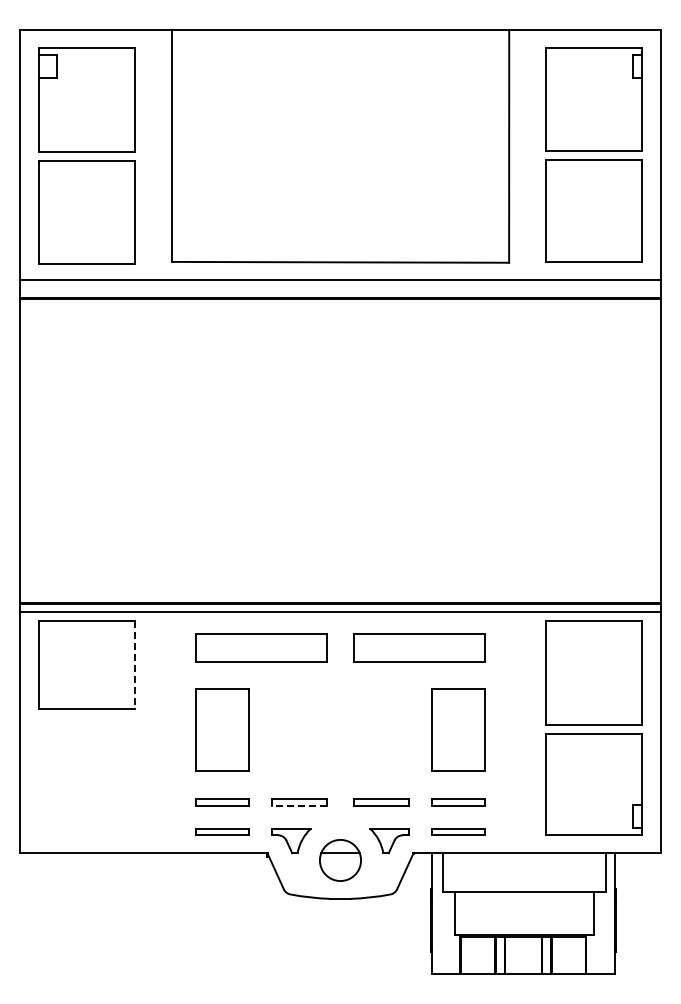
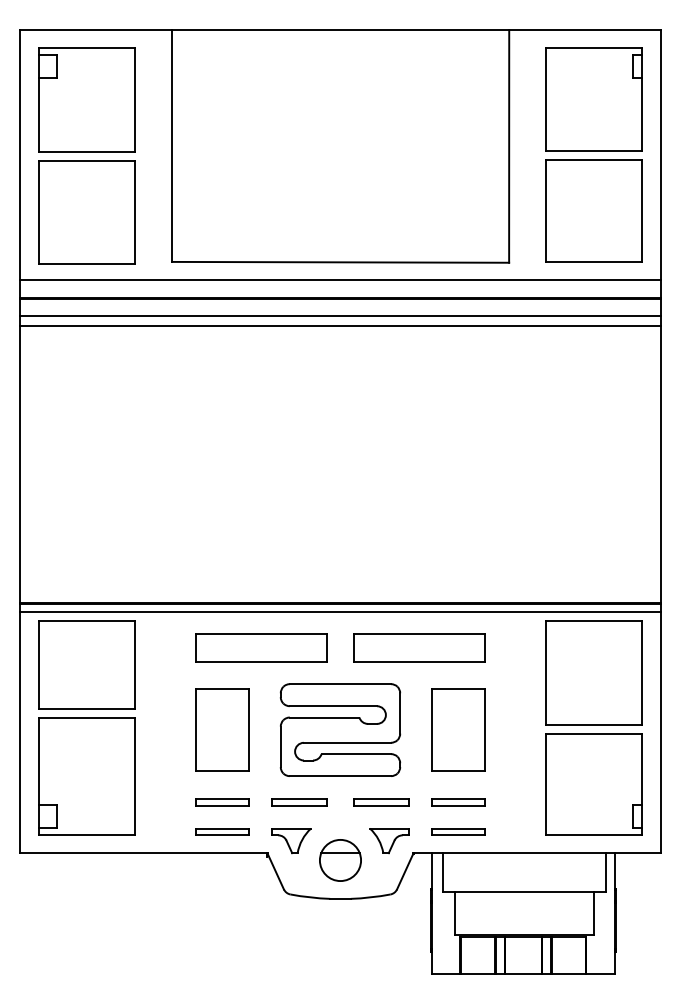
line at (340, 316): none -> present
line at (340, 325): none -> present
line at (134, 665): dashed -> solid
part at (340, 729): none -> present
part at (86, 776): none -> present
line at (298, 805): dashed -> solid
